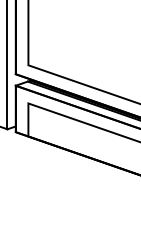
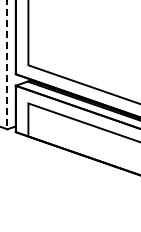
line at (7, 65): solid -> dashed
